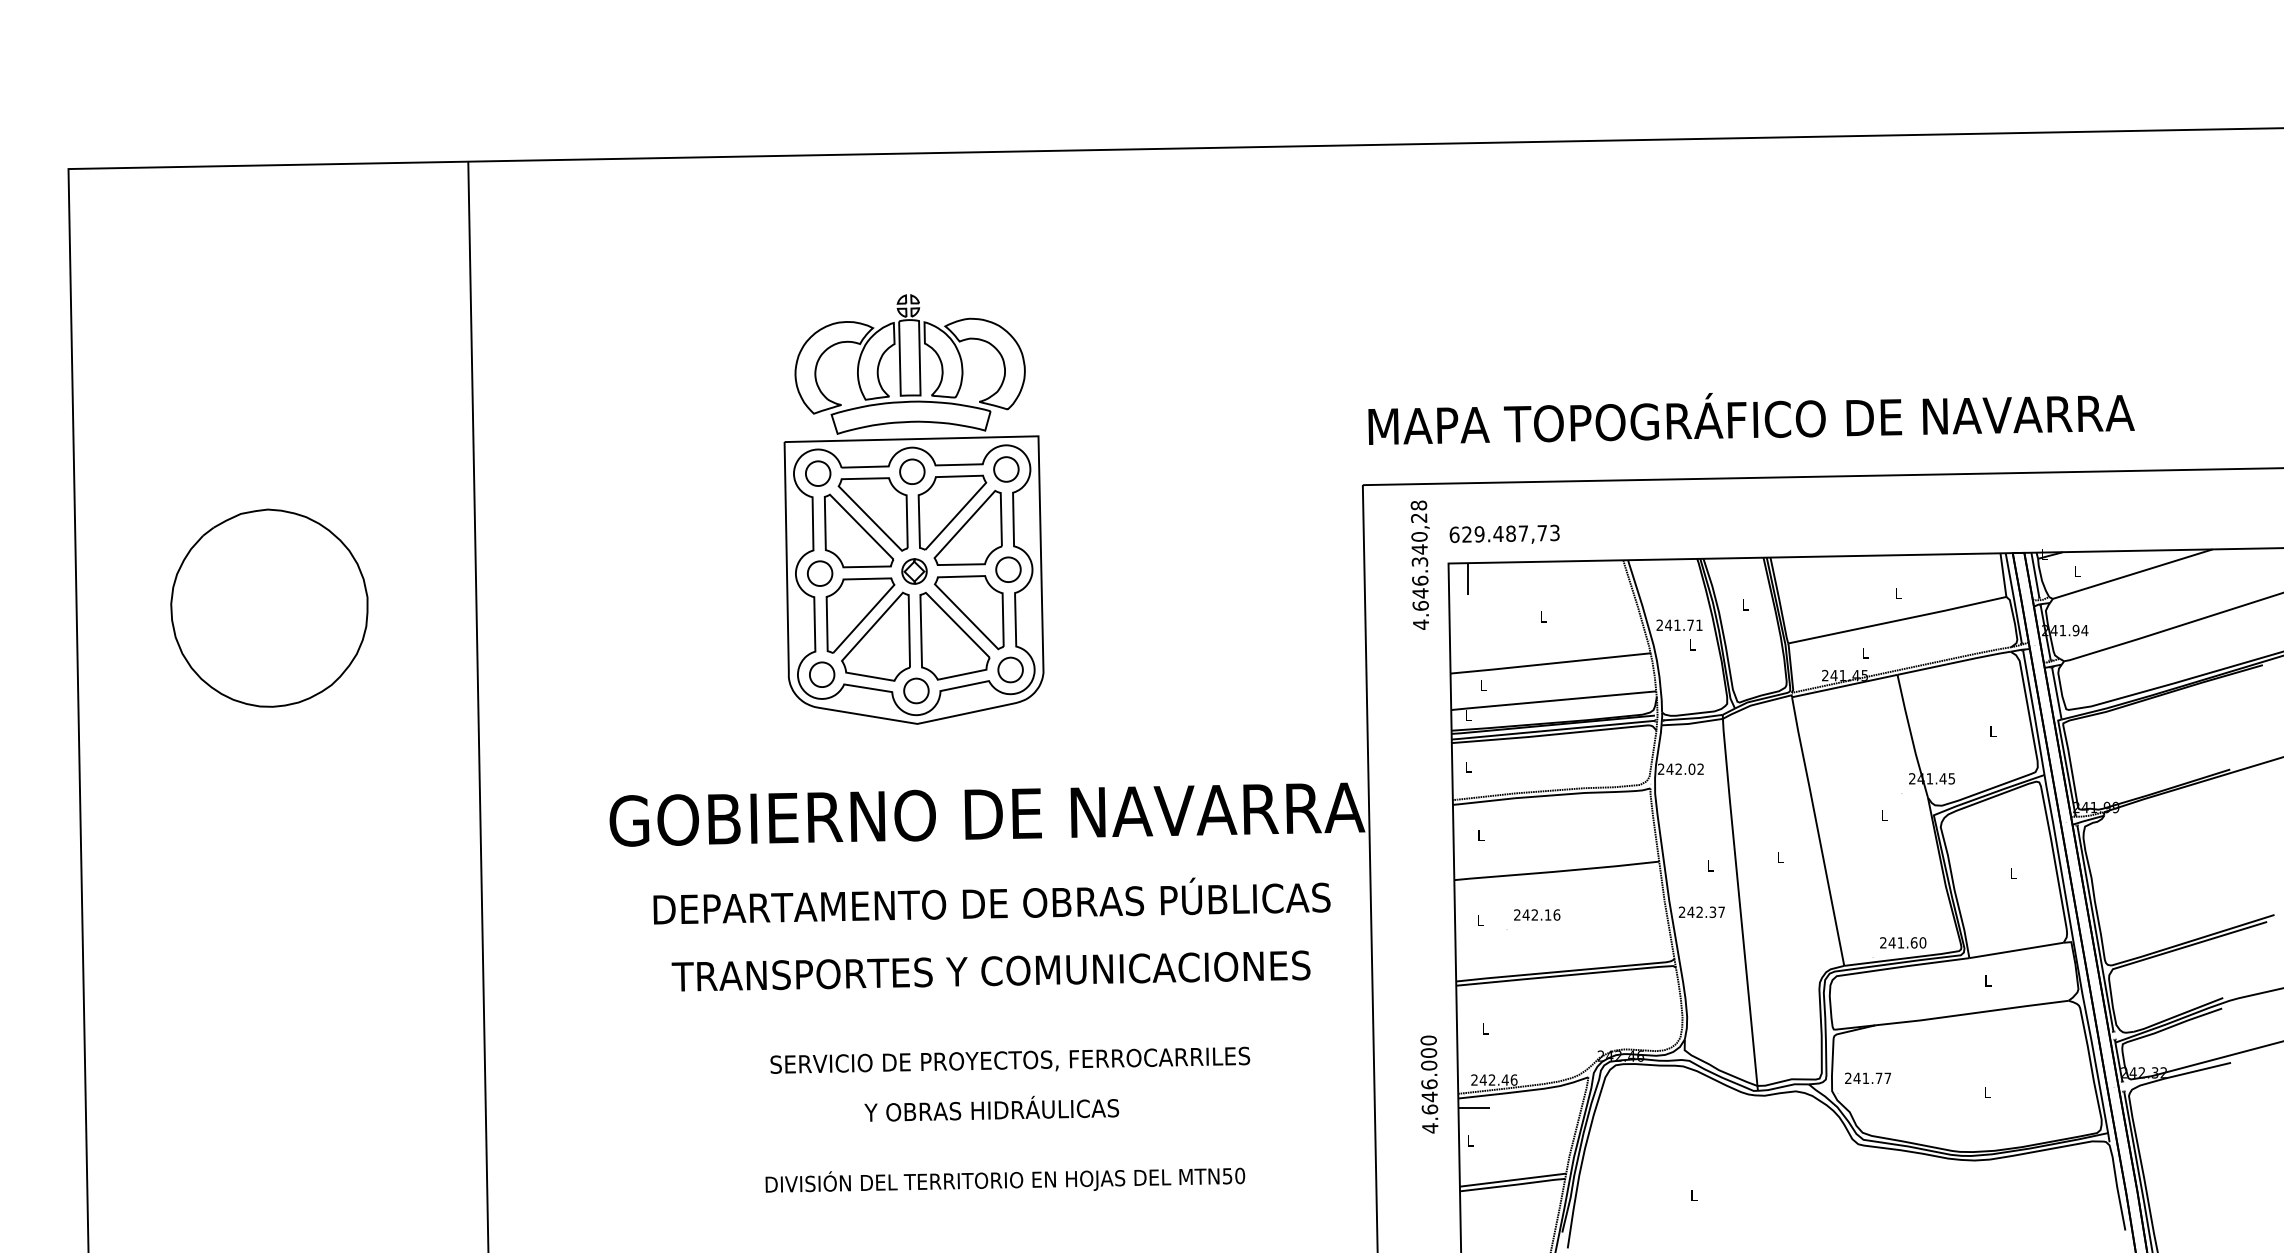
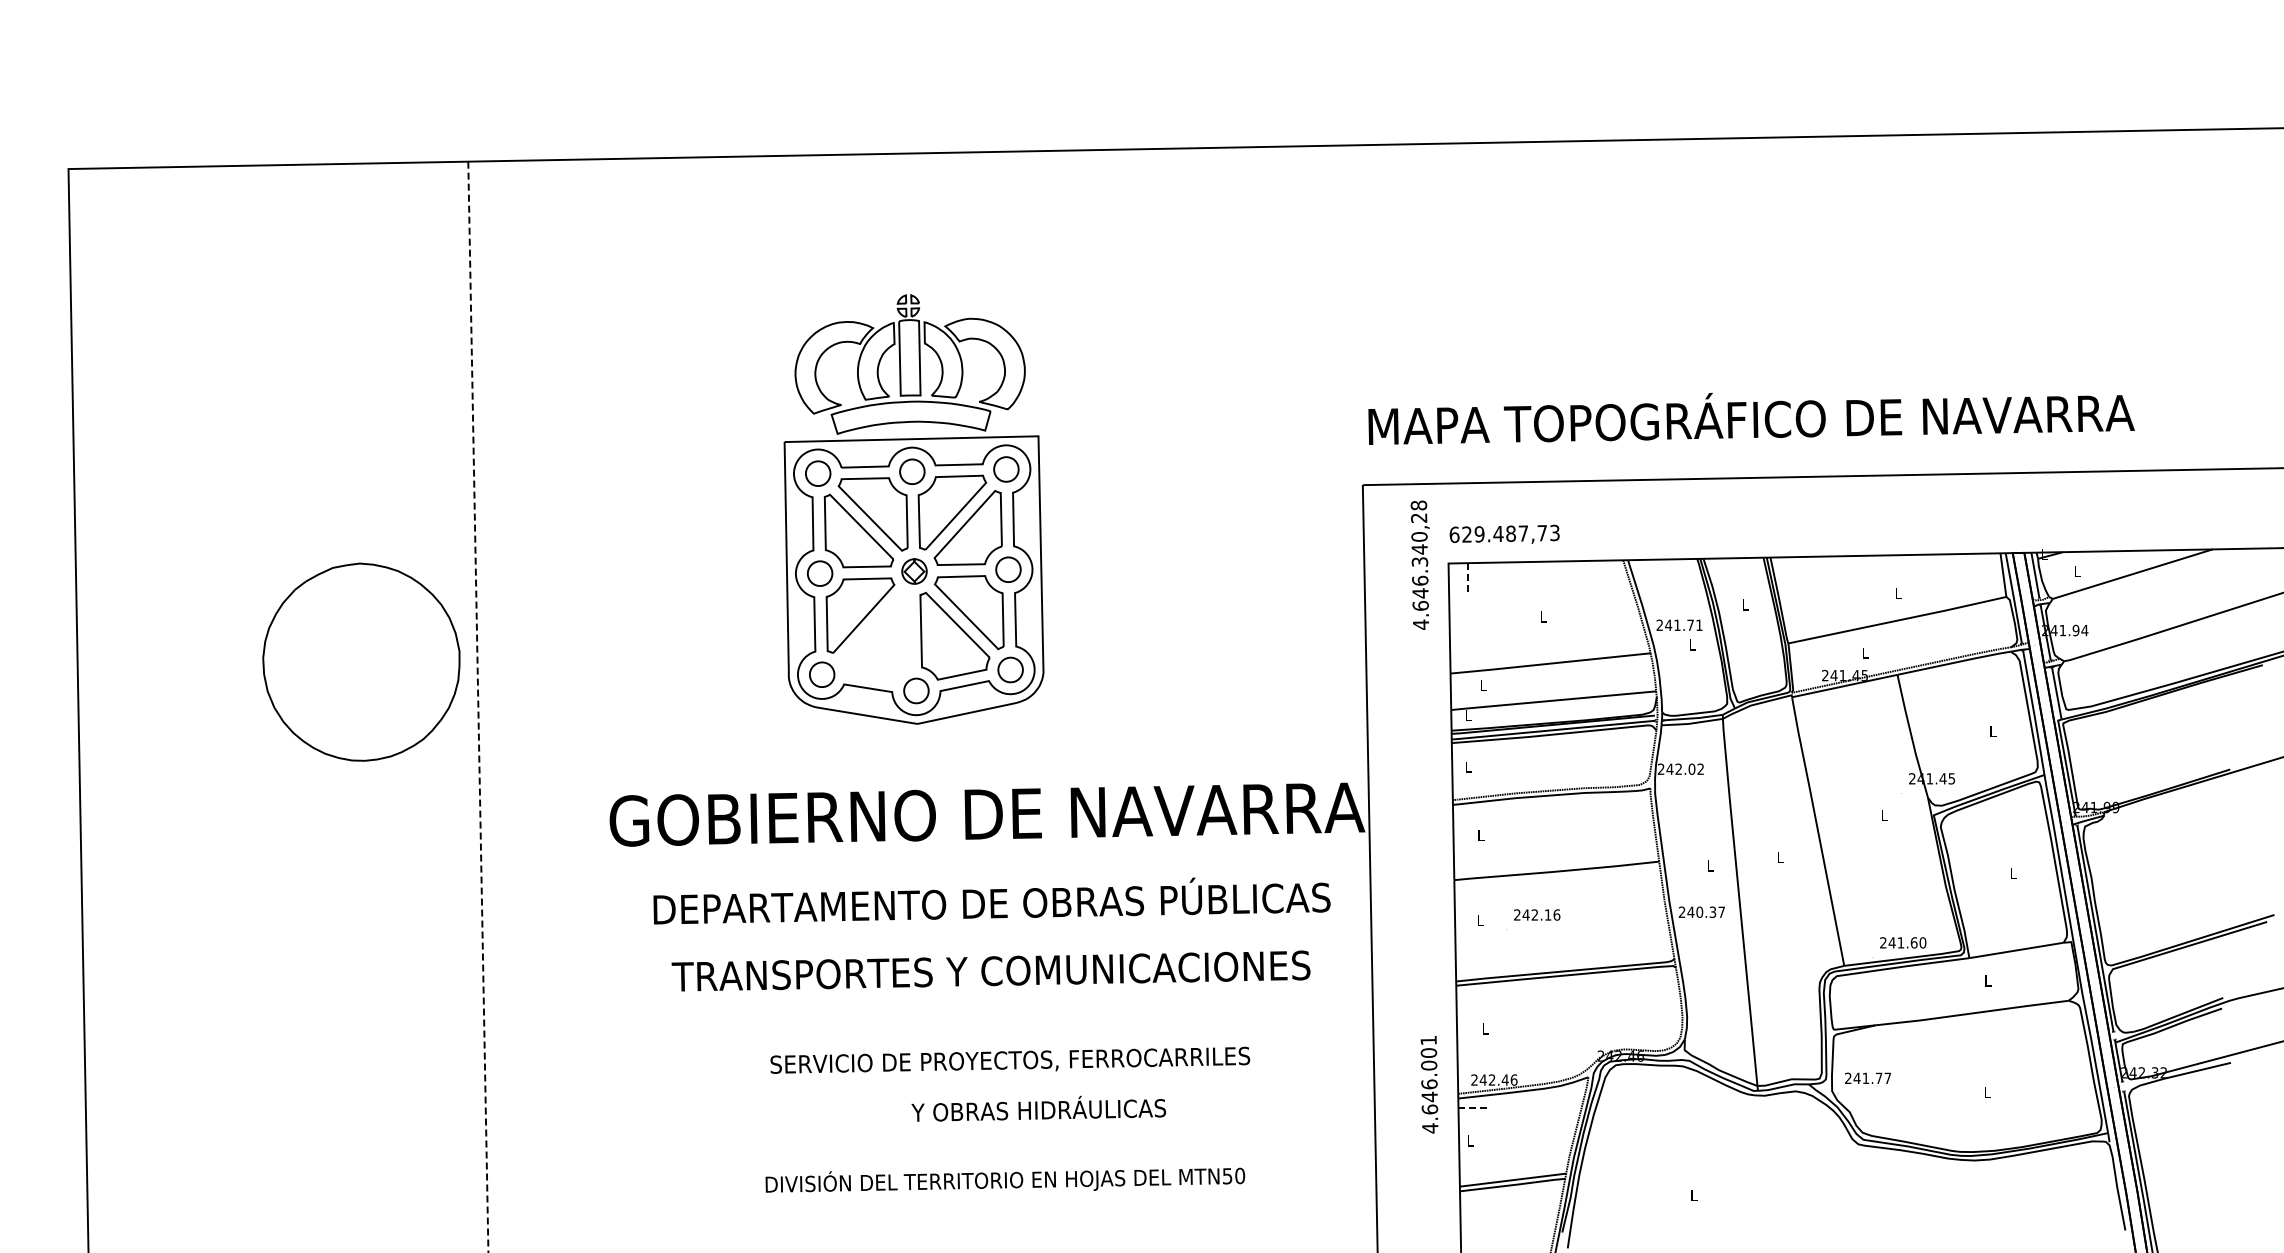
line at (1468, 579): solid -> dashed
part at (269, 607) position: (269, 607) -> (361, 661)
part at (875, 636): present -> none
line at (478, 707): solid -> dashed
text at (1699, 911): 242.37 -> 240.37
text at (1428, 1040): 4.646.000 -> 4.646.001
line at (1474, 1107): solid -> dashed
text at (991, 1108) position: (991, 1108) -> (1038, 1108)
